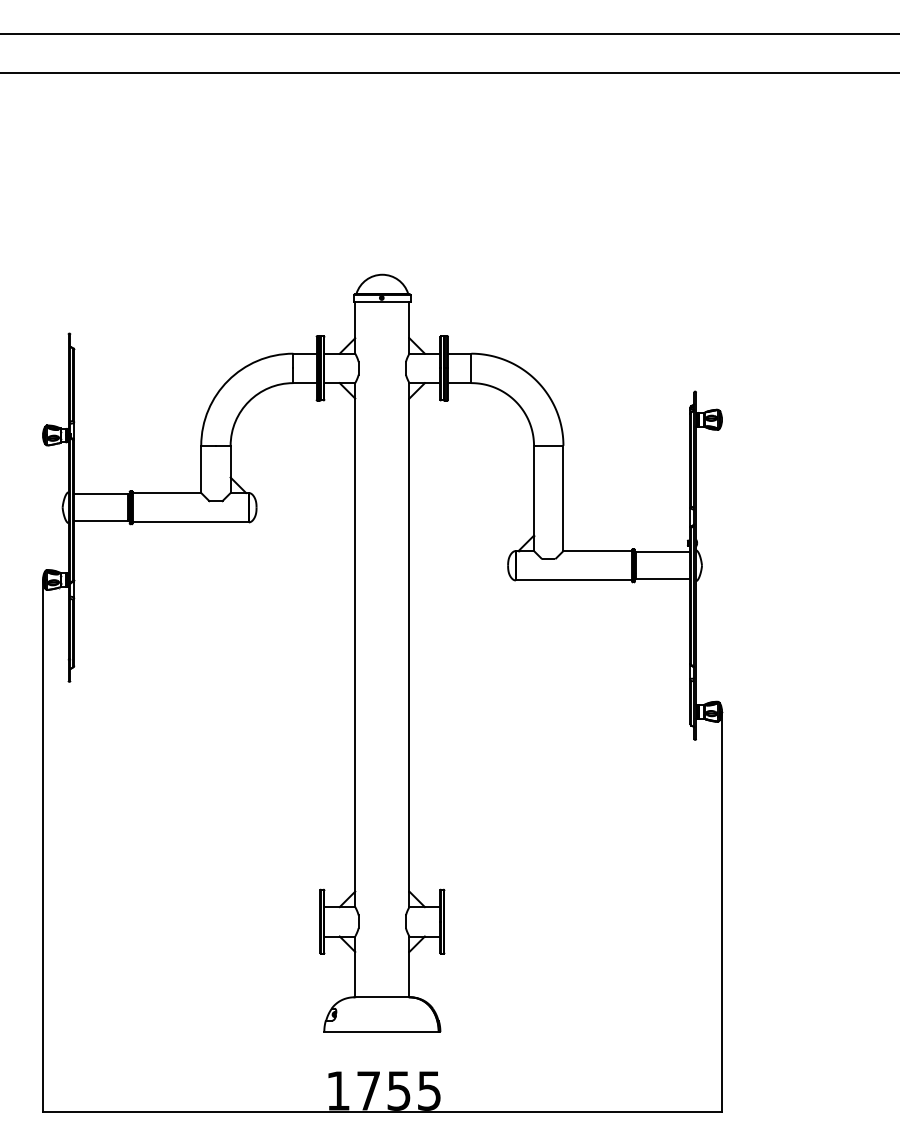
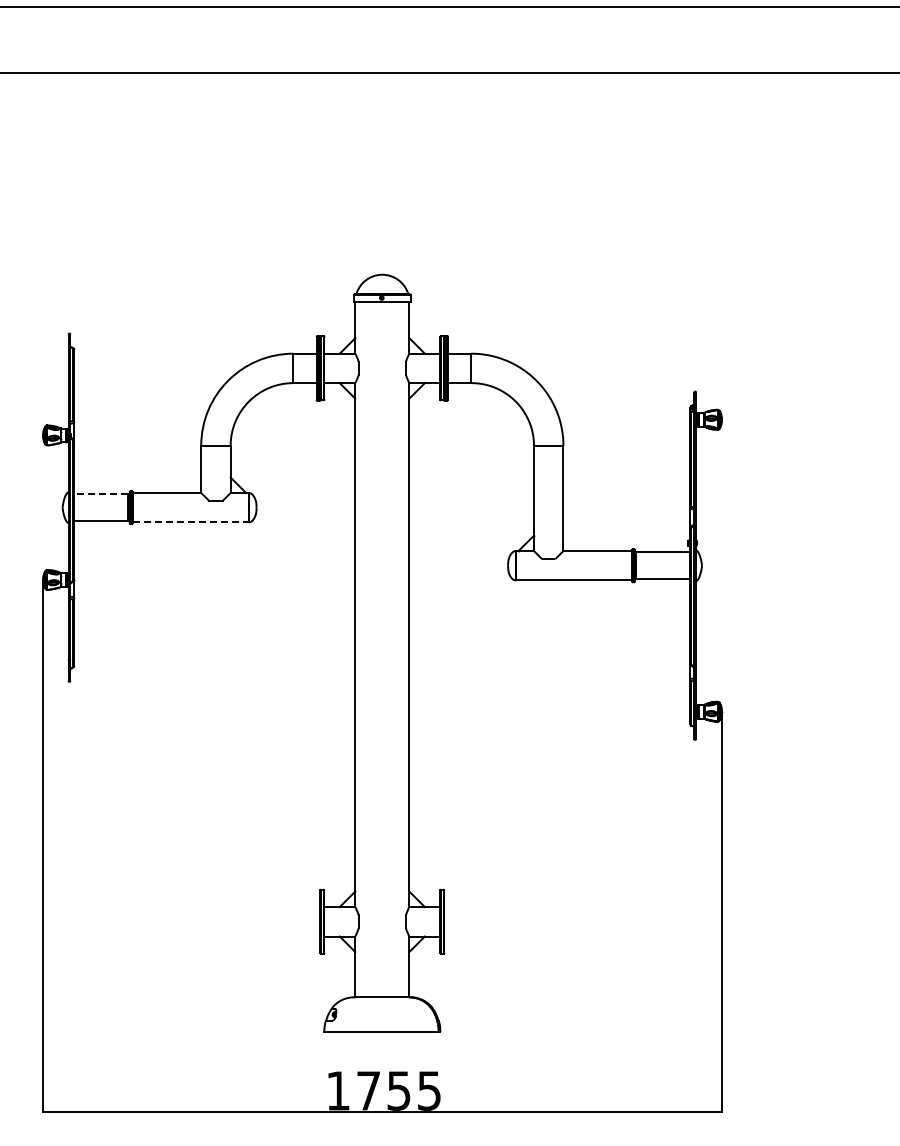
line at (449, 34) position: (449, 34) -> (449, 7)
line at (100, 494): solid -> dashed
line at (191, 522): solid -> dashed
